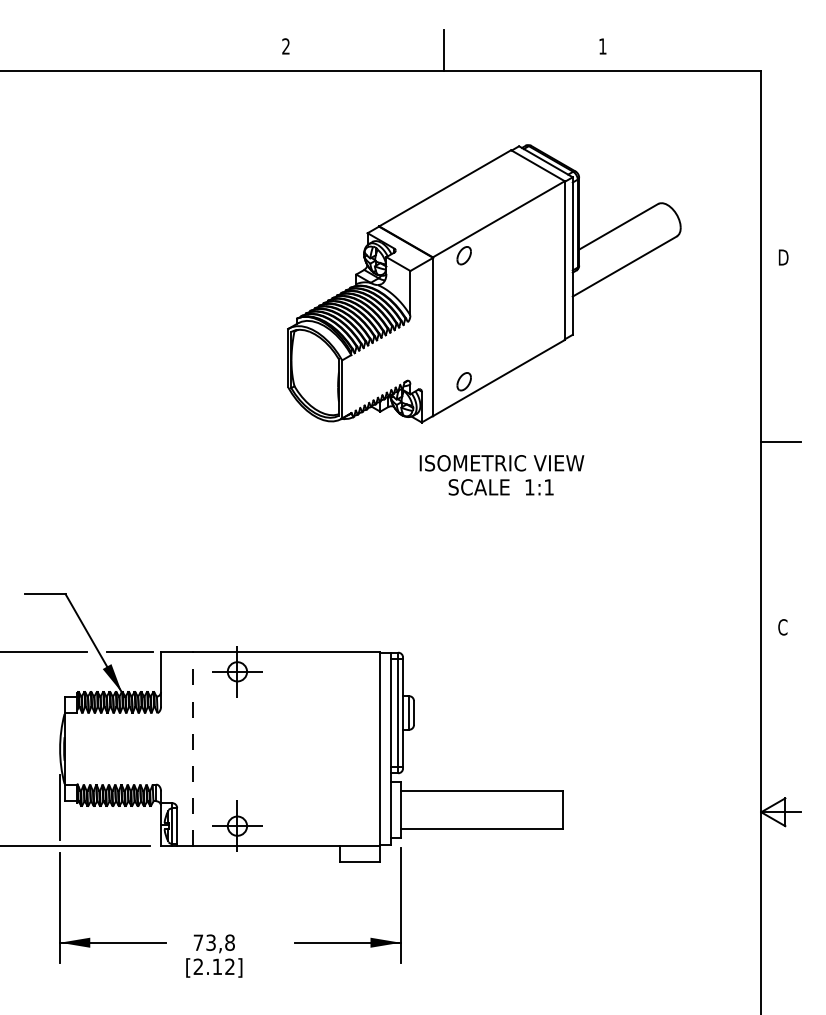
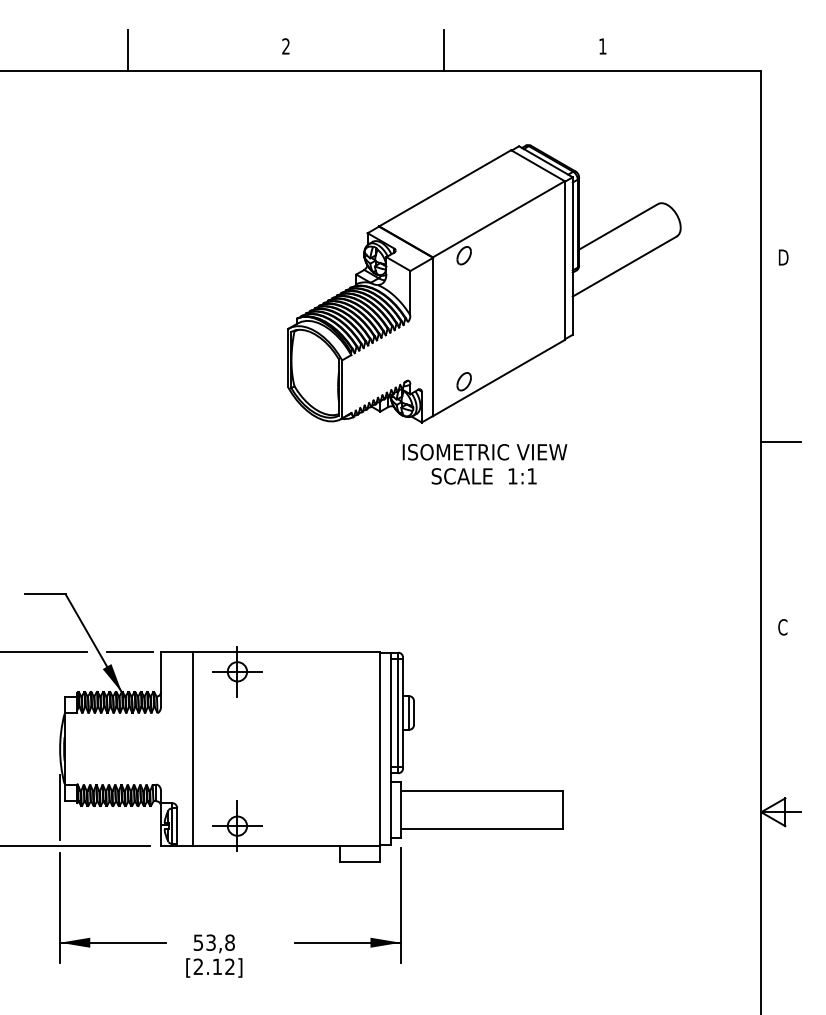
line at (127, 50): none -> present
text at (501, 475) position: (501, 475) -> (484, 464)
line at (193, 748): dashed -> solid
text at (198, 942): 73,8 -> 53,8
